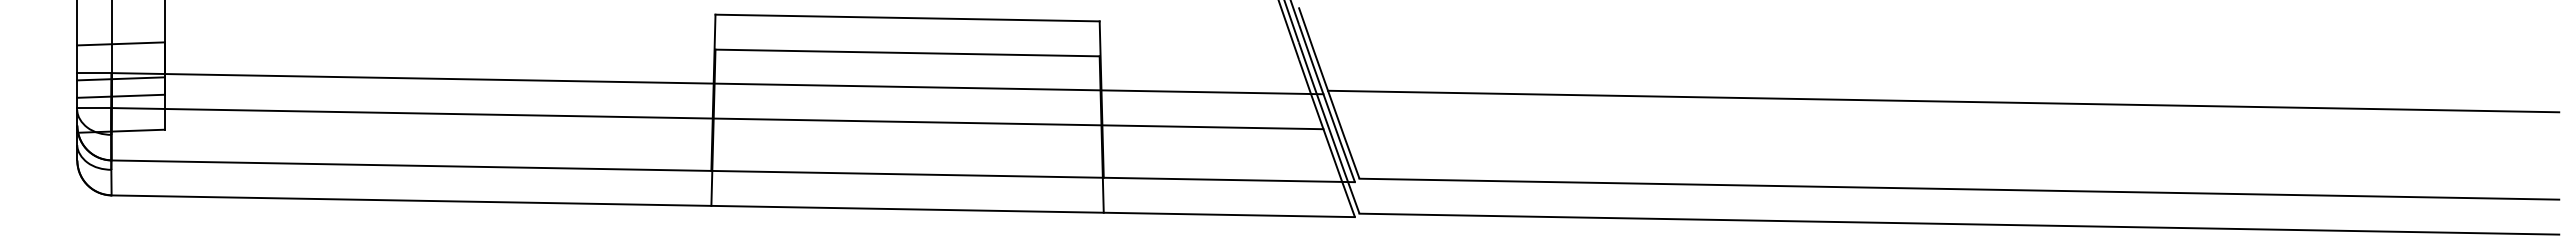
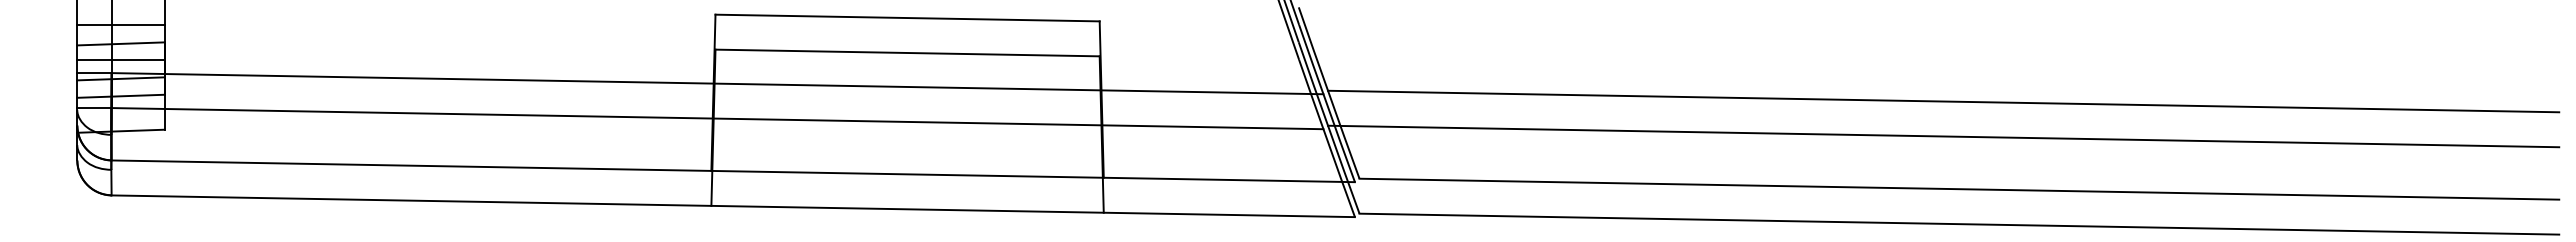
line at (120, 24): none -> present
line at (120, 59): none -> present
line at (1943, 136): none -> present
